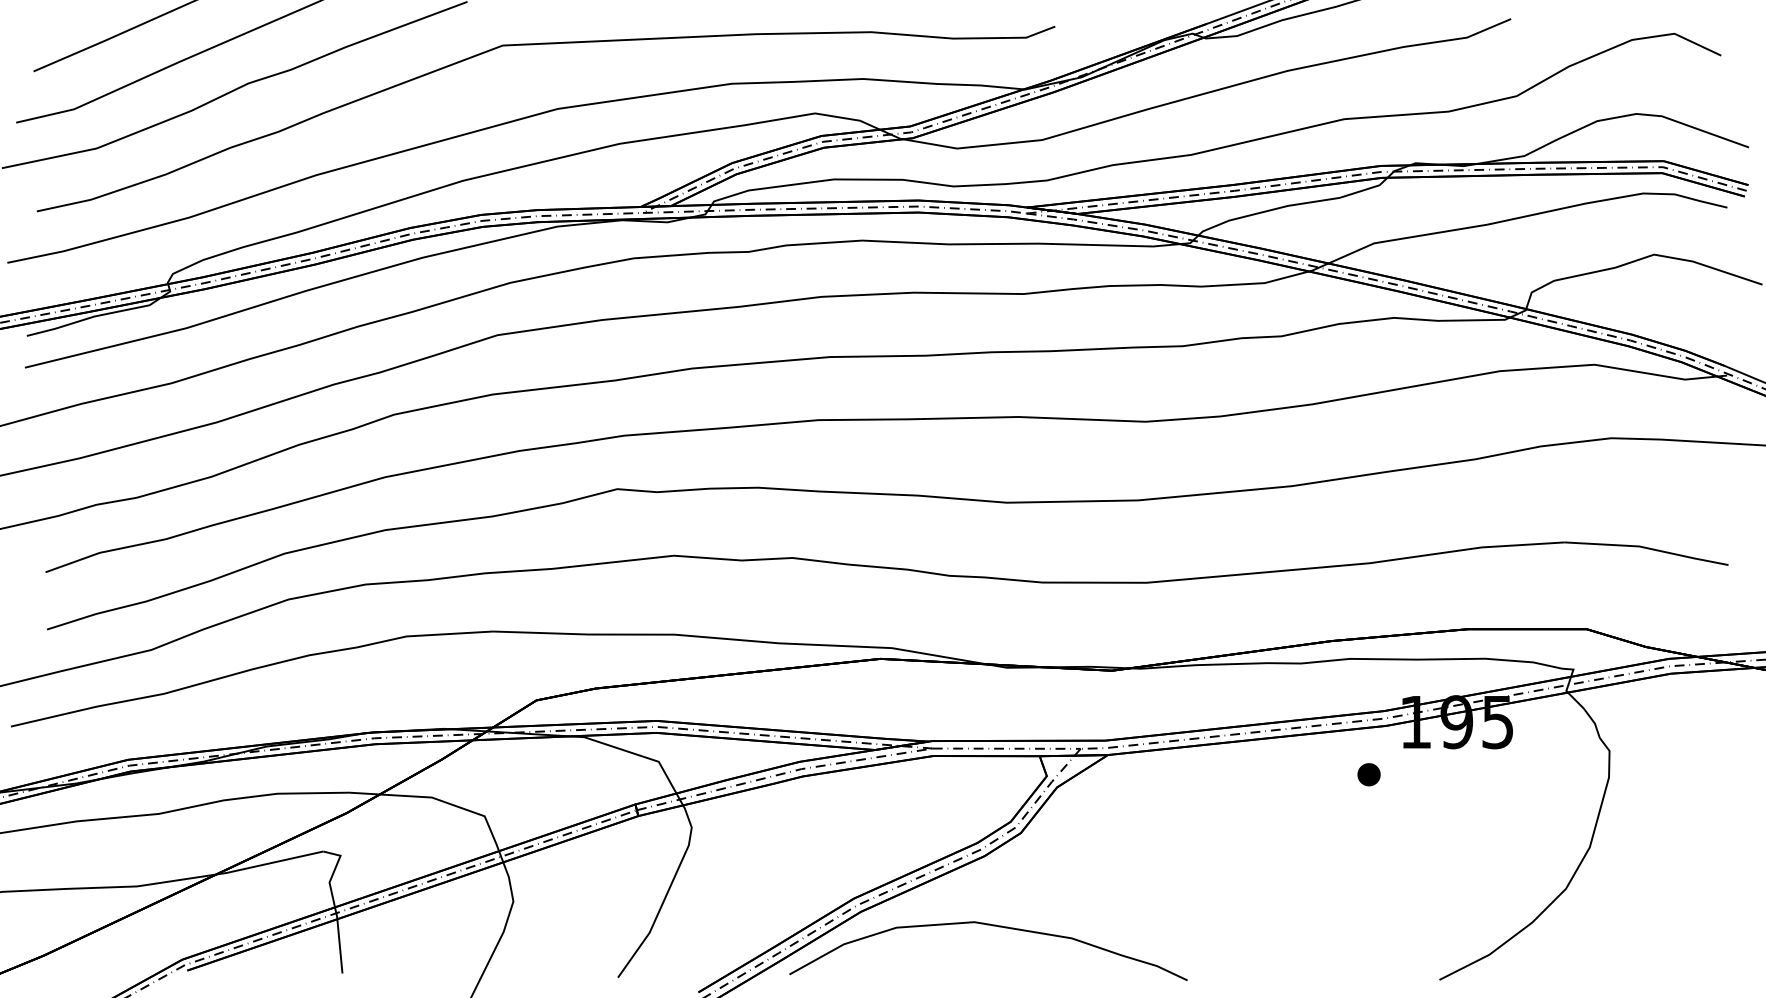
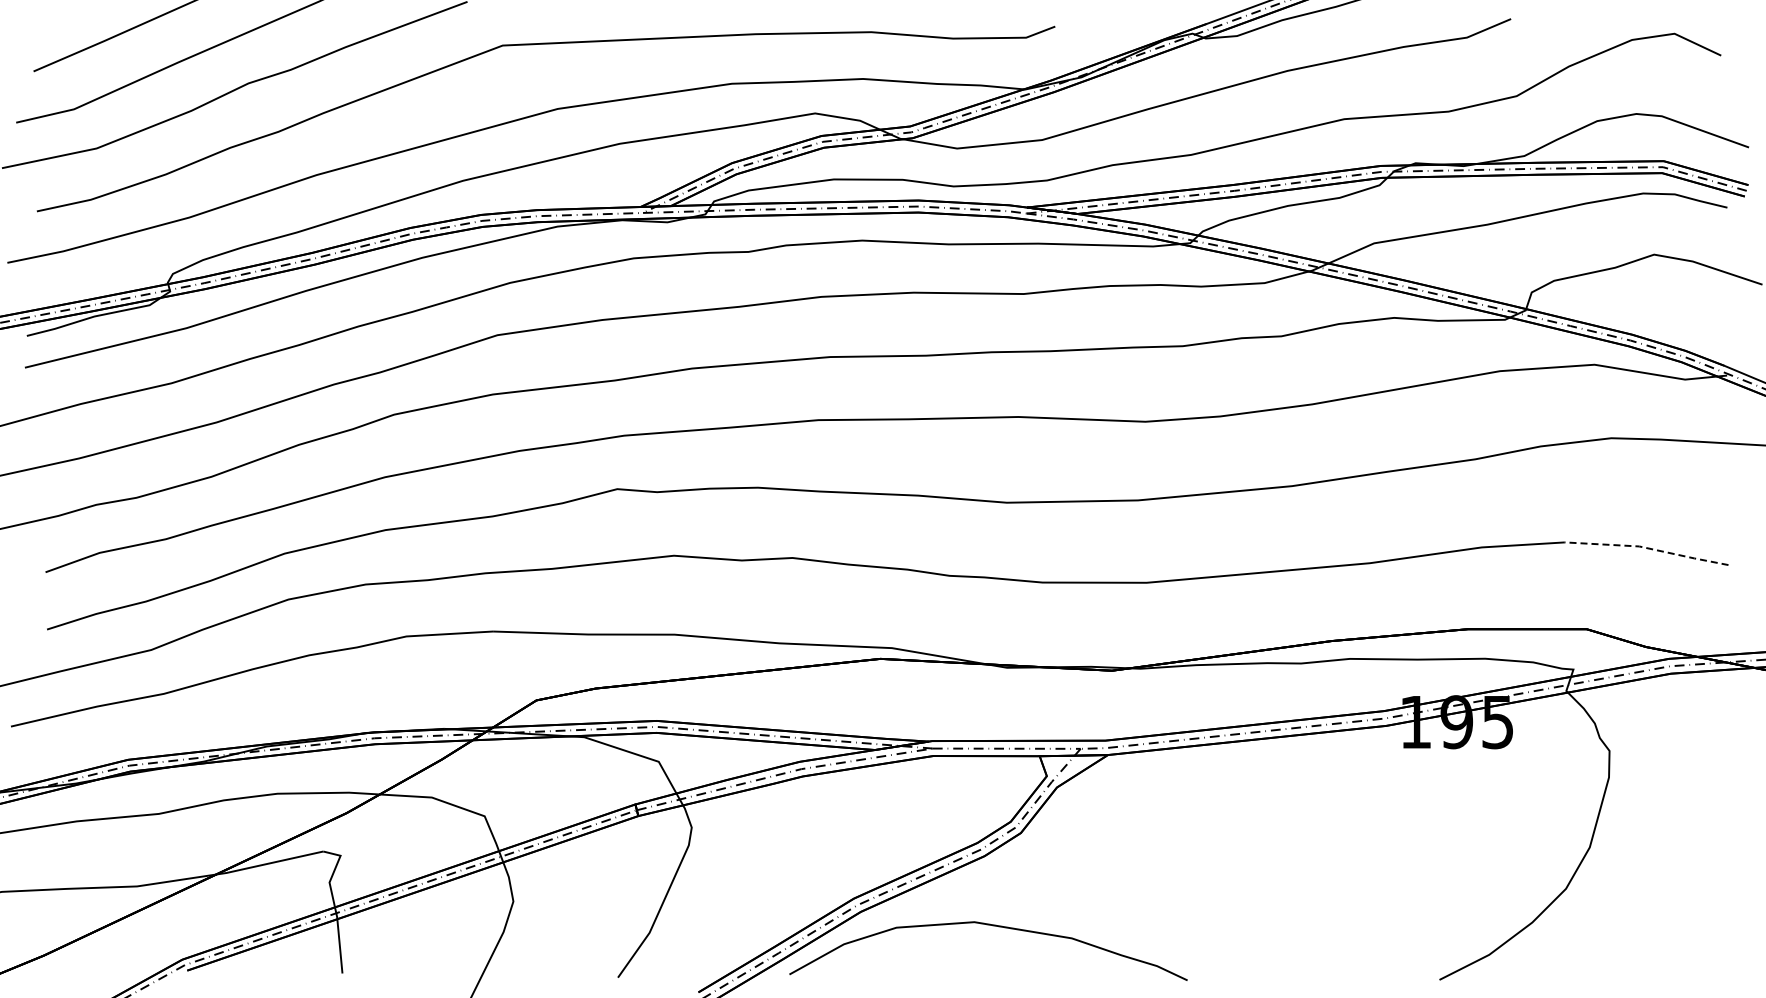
line at (1647, 548): solid -> dashed
part at (1368, 774): present -> none
